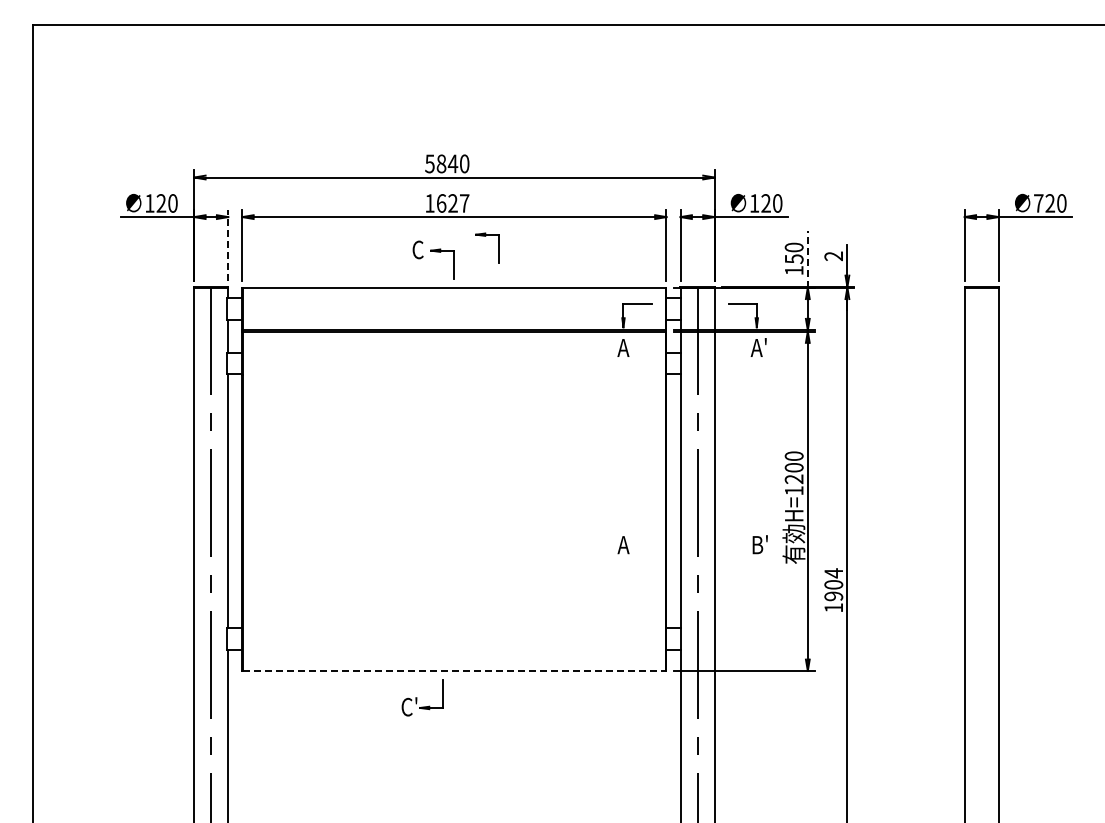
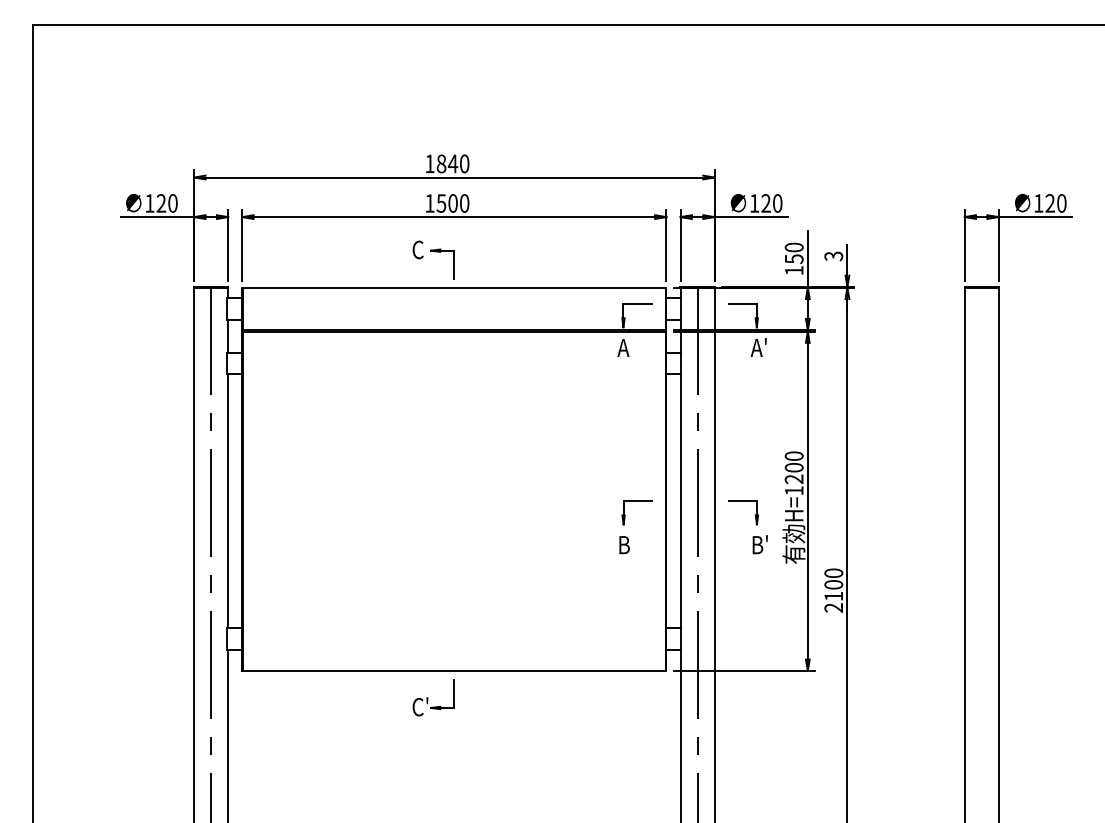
text at (429, 163): 5840 -> 1840
text at (452, 203): 1627 -> 1500
text at (1038, 203): 720 -> 120
line at (228, 244): dashed -> solid
part at (498, 247): present -> none
text at (833, 256): 2 -> 3
line at (807, 259): dashed -> solid
part at (636, 501): none -> present
part at (743, 501): none -> present
text at (623, 545): A -> B
text at (833, 590): 1904 -> 2100
line at (454, 670): dashed -> solid
part at (422, 697) position: (422, 697) -> (433, 697)
